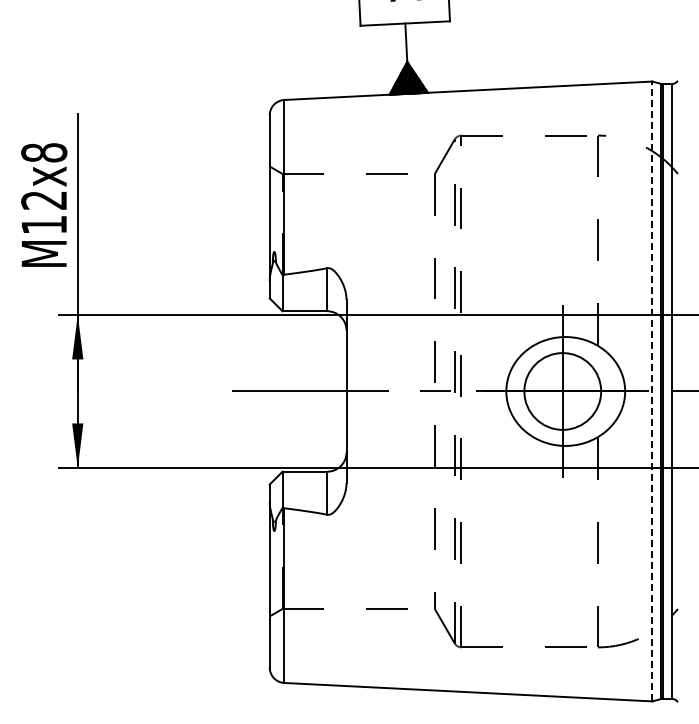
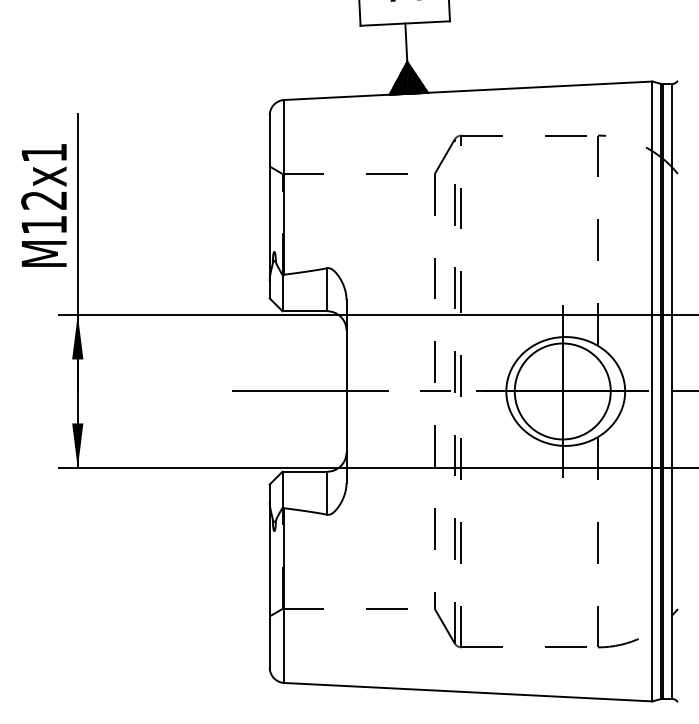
text at (44, 152): M12x8 -> M12x1
circle at (562, 391) diameter: 77 px -> 96 px
line at (652, 391): dashed -> solid
